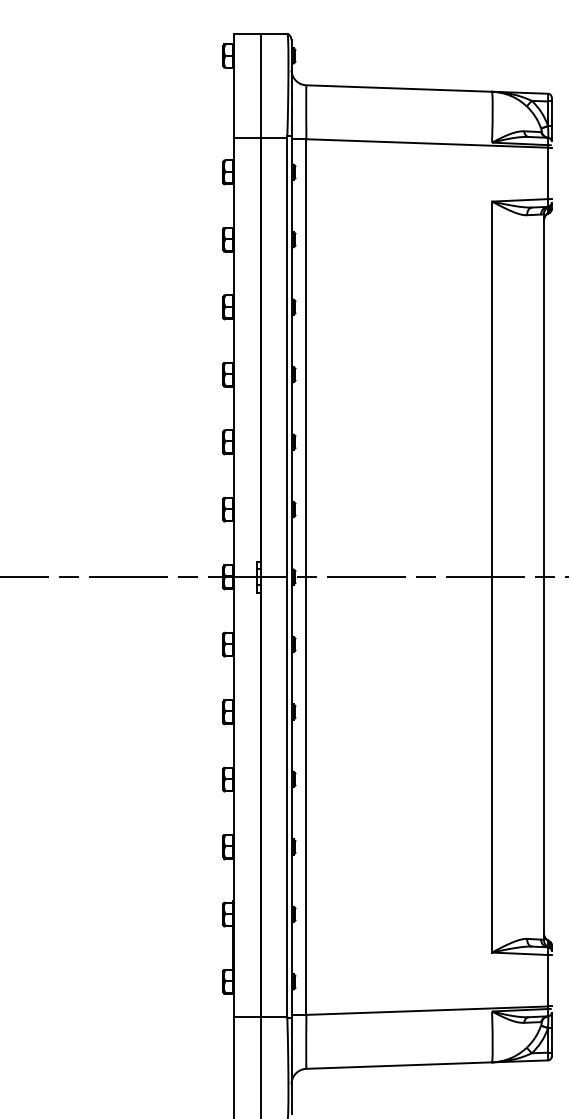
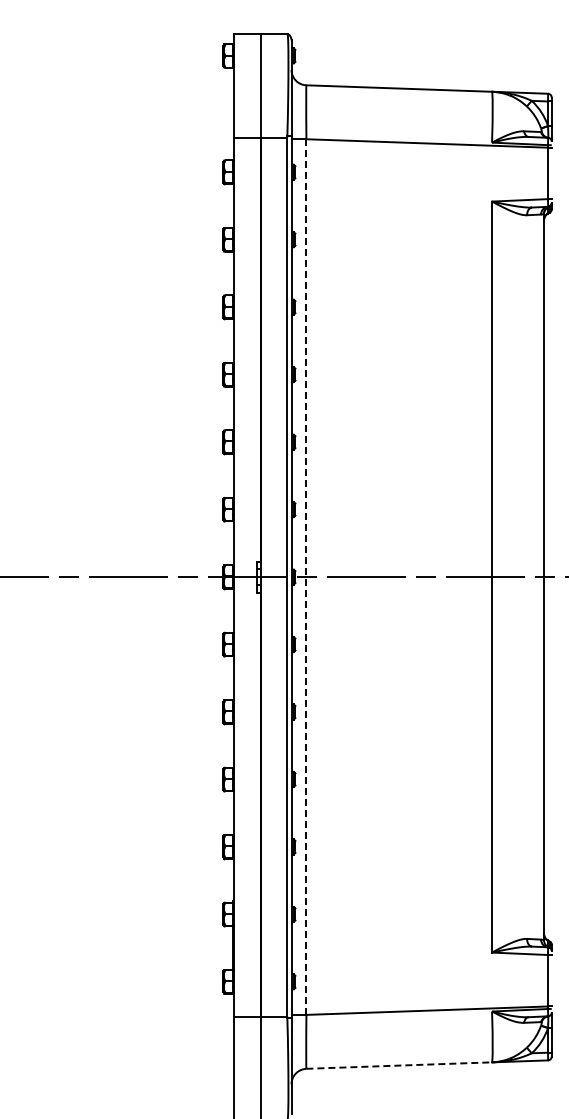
line at (306, 577): solid -> dashed
line at (399, 1065): solid -> dashed
